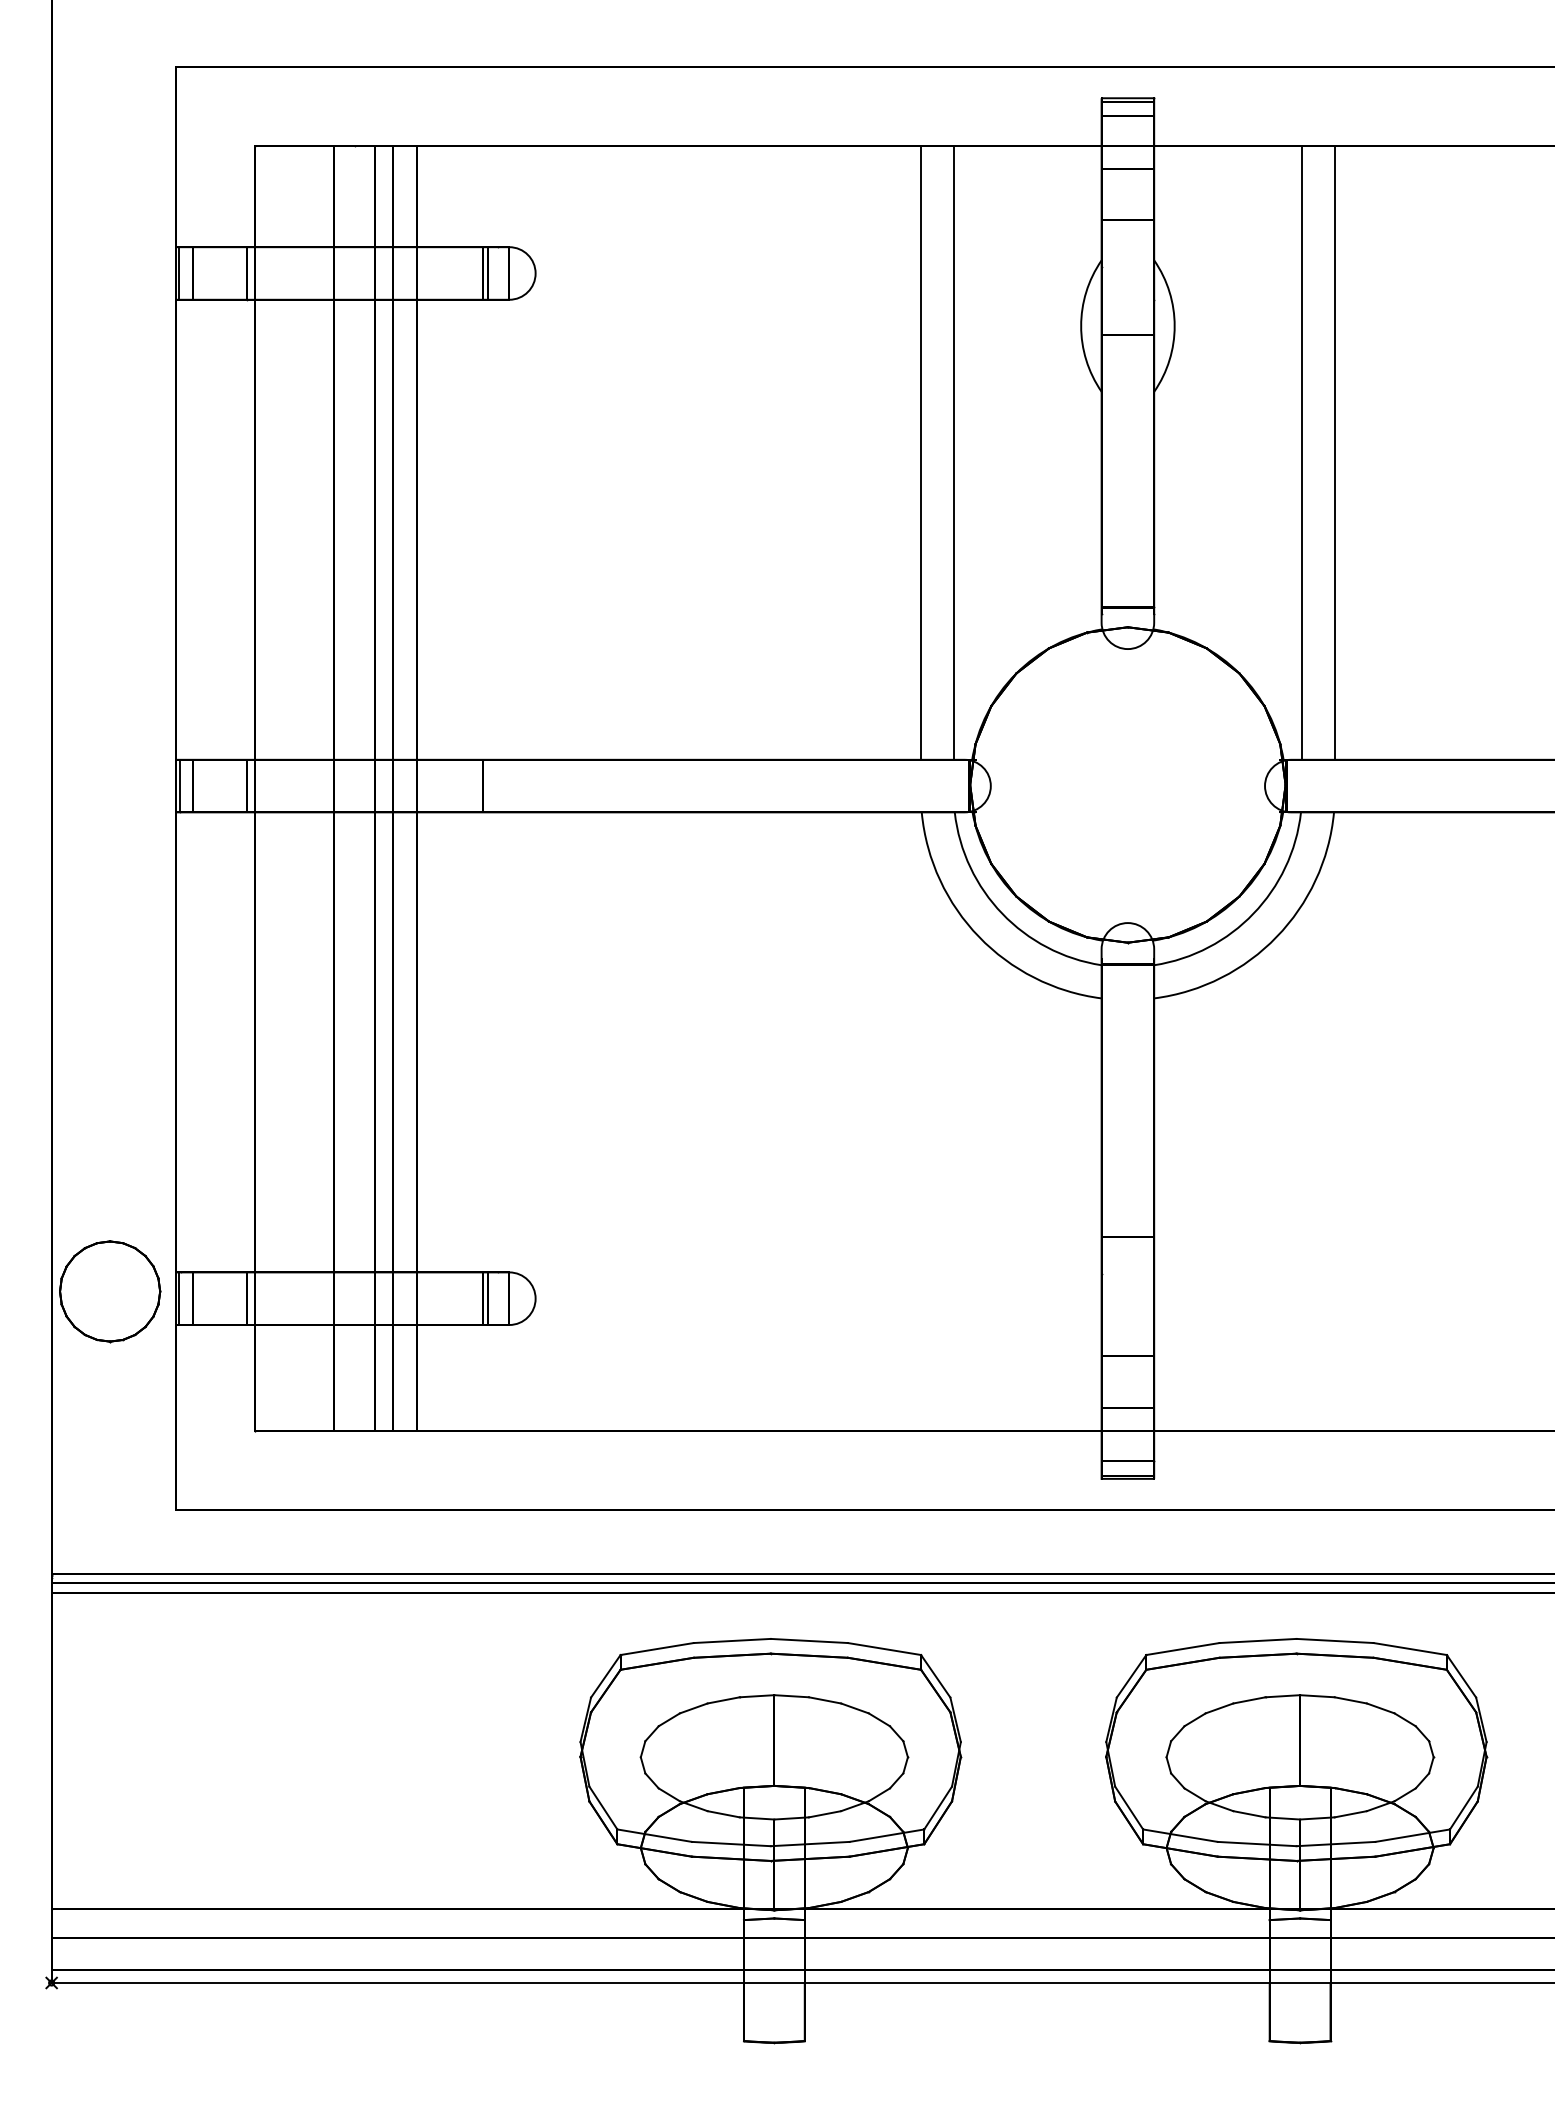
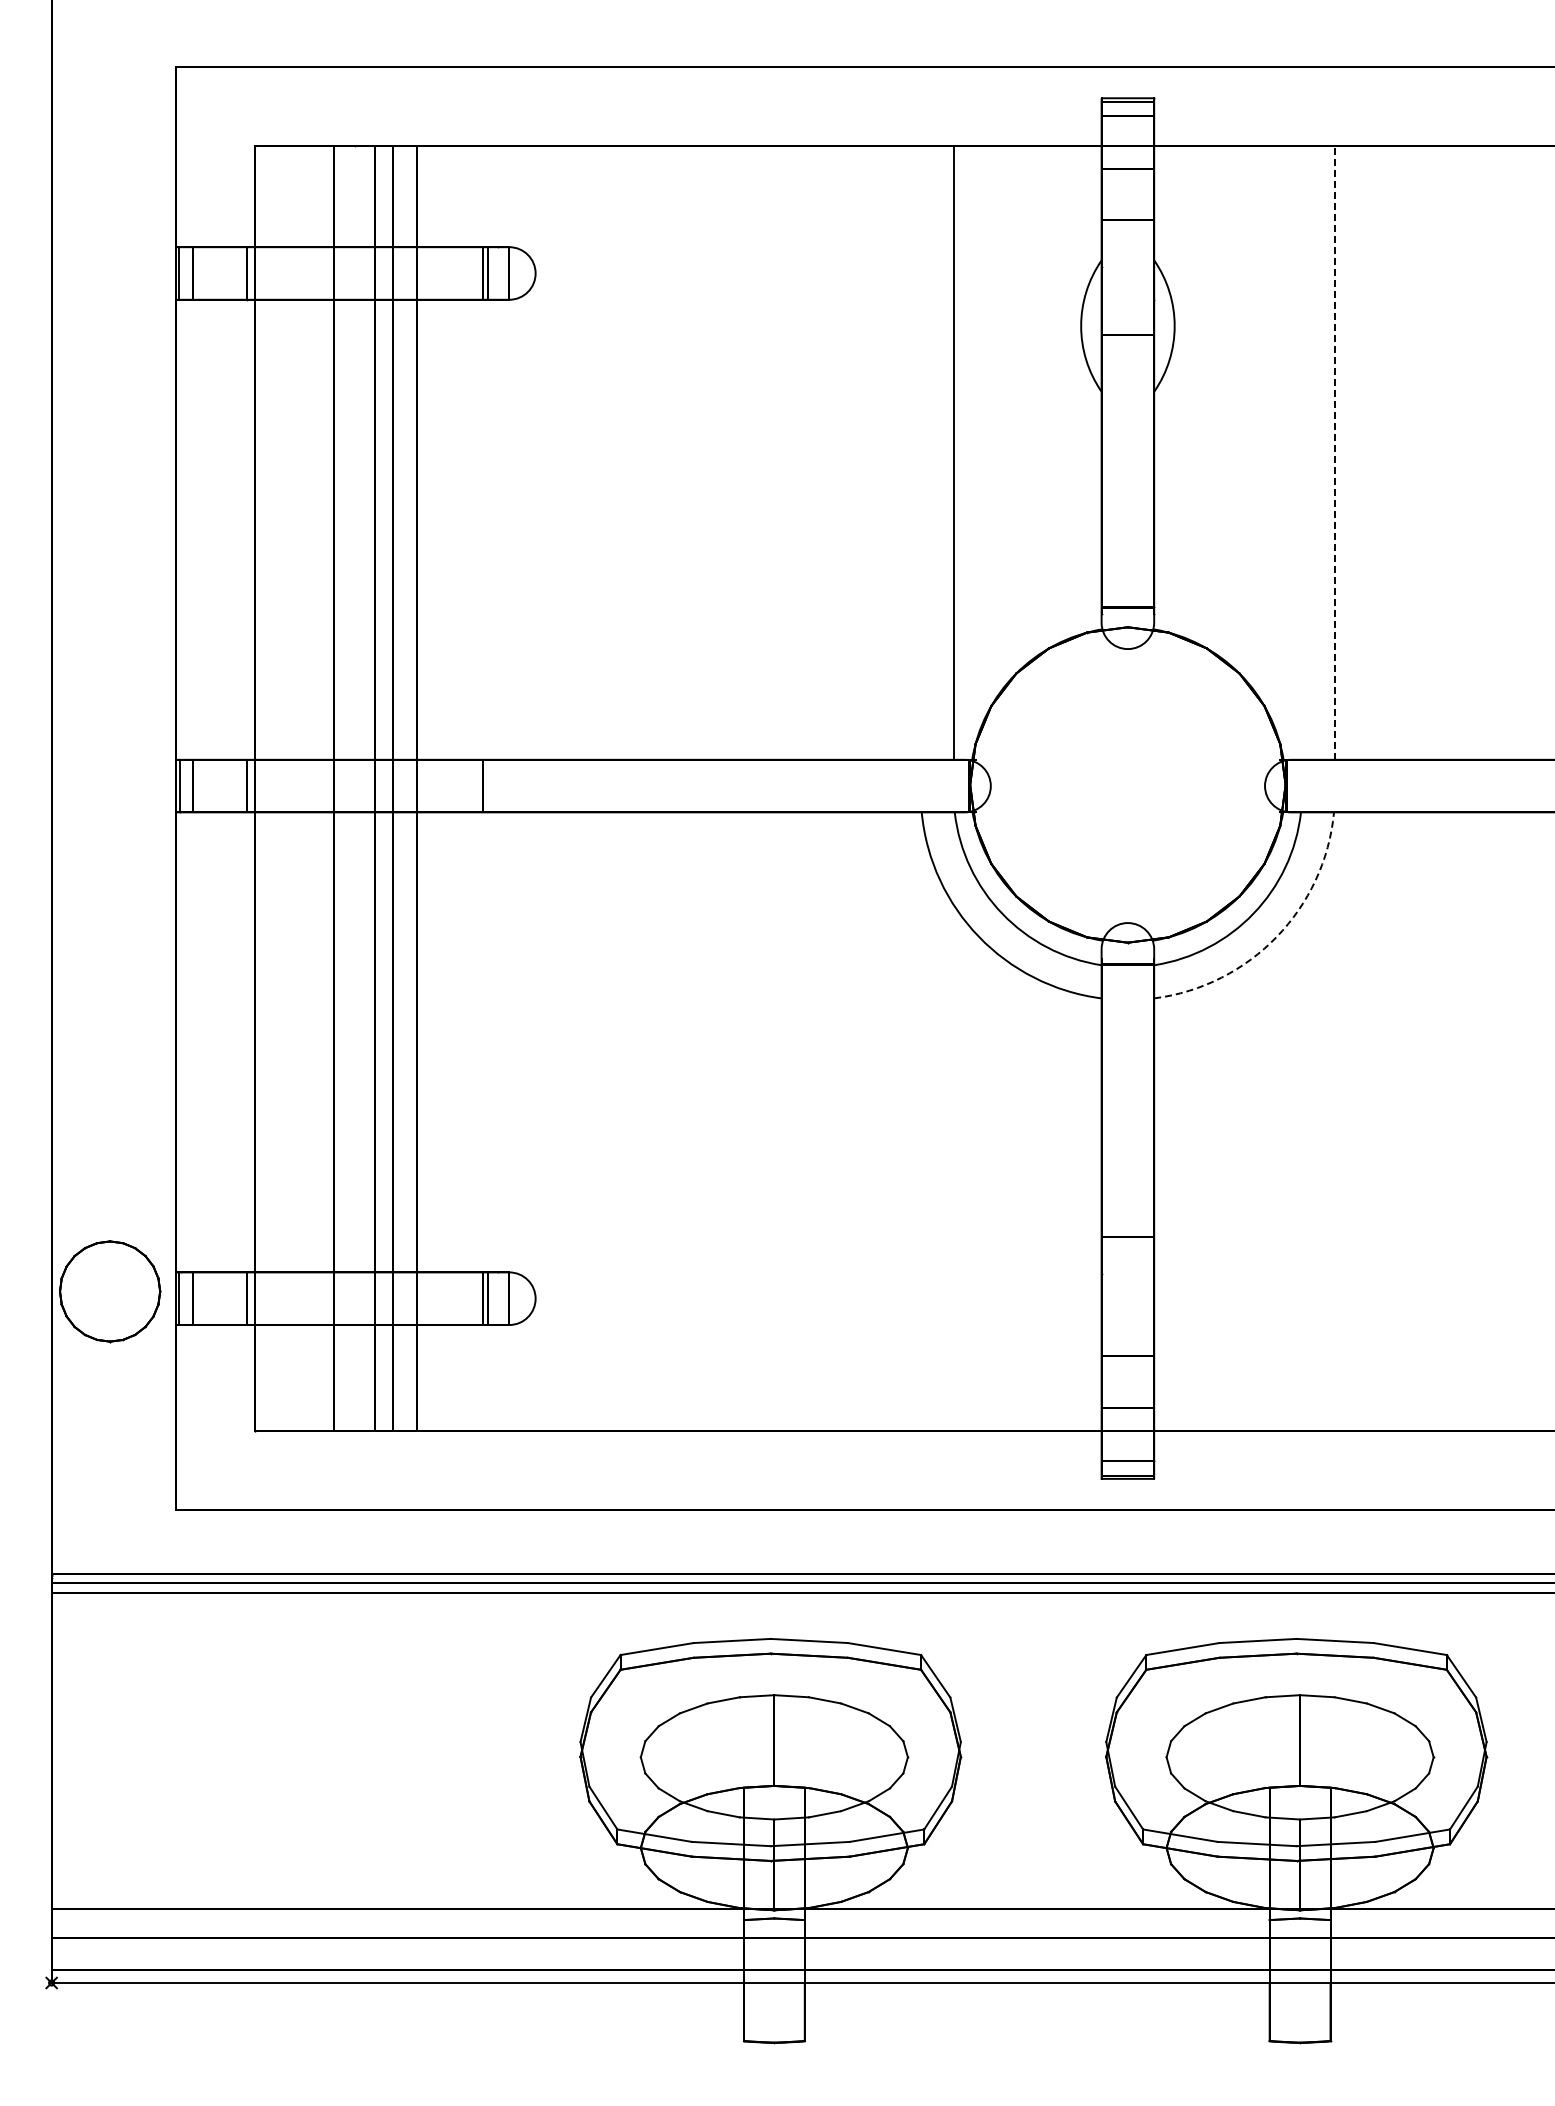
line at (920, 452): present -> none
line at (1302, 452): present -> none
line at (1334, 453): solid -> dashed
arc at (1276, 936): solid -> dashed
